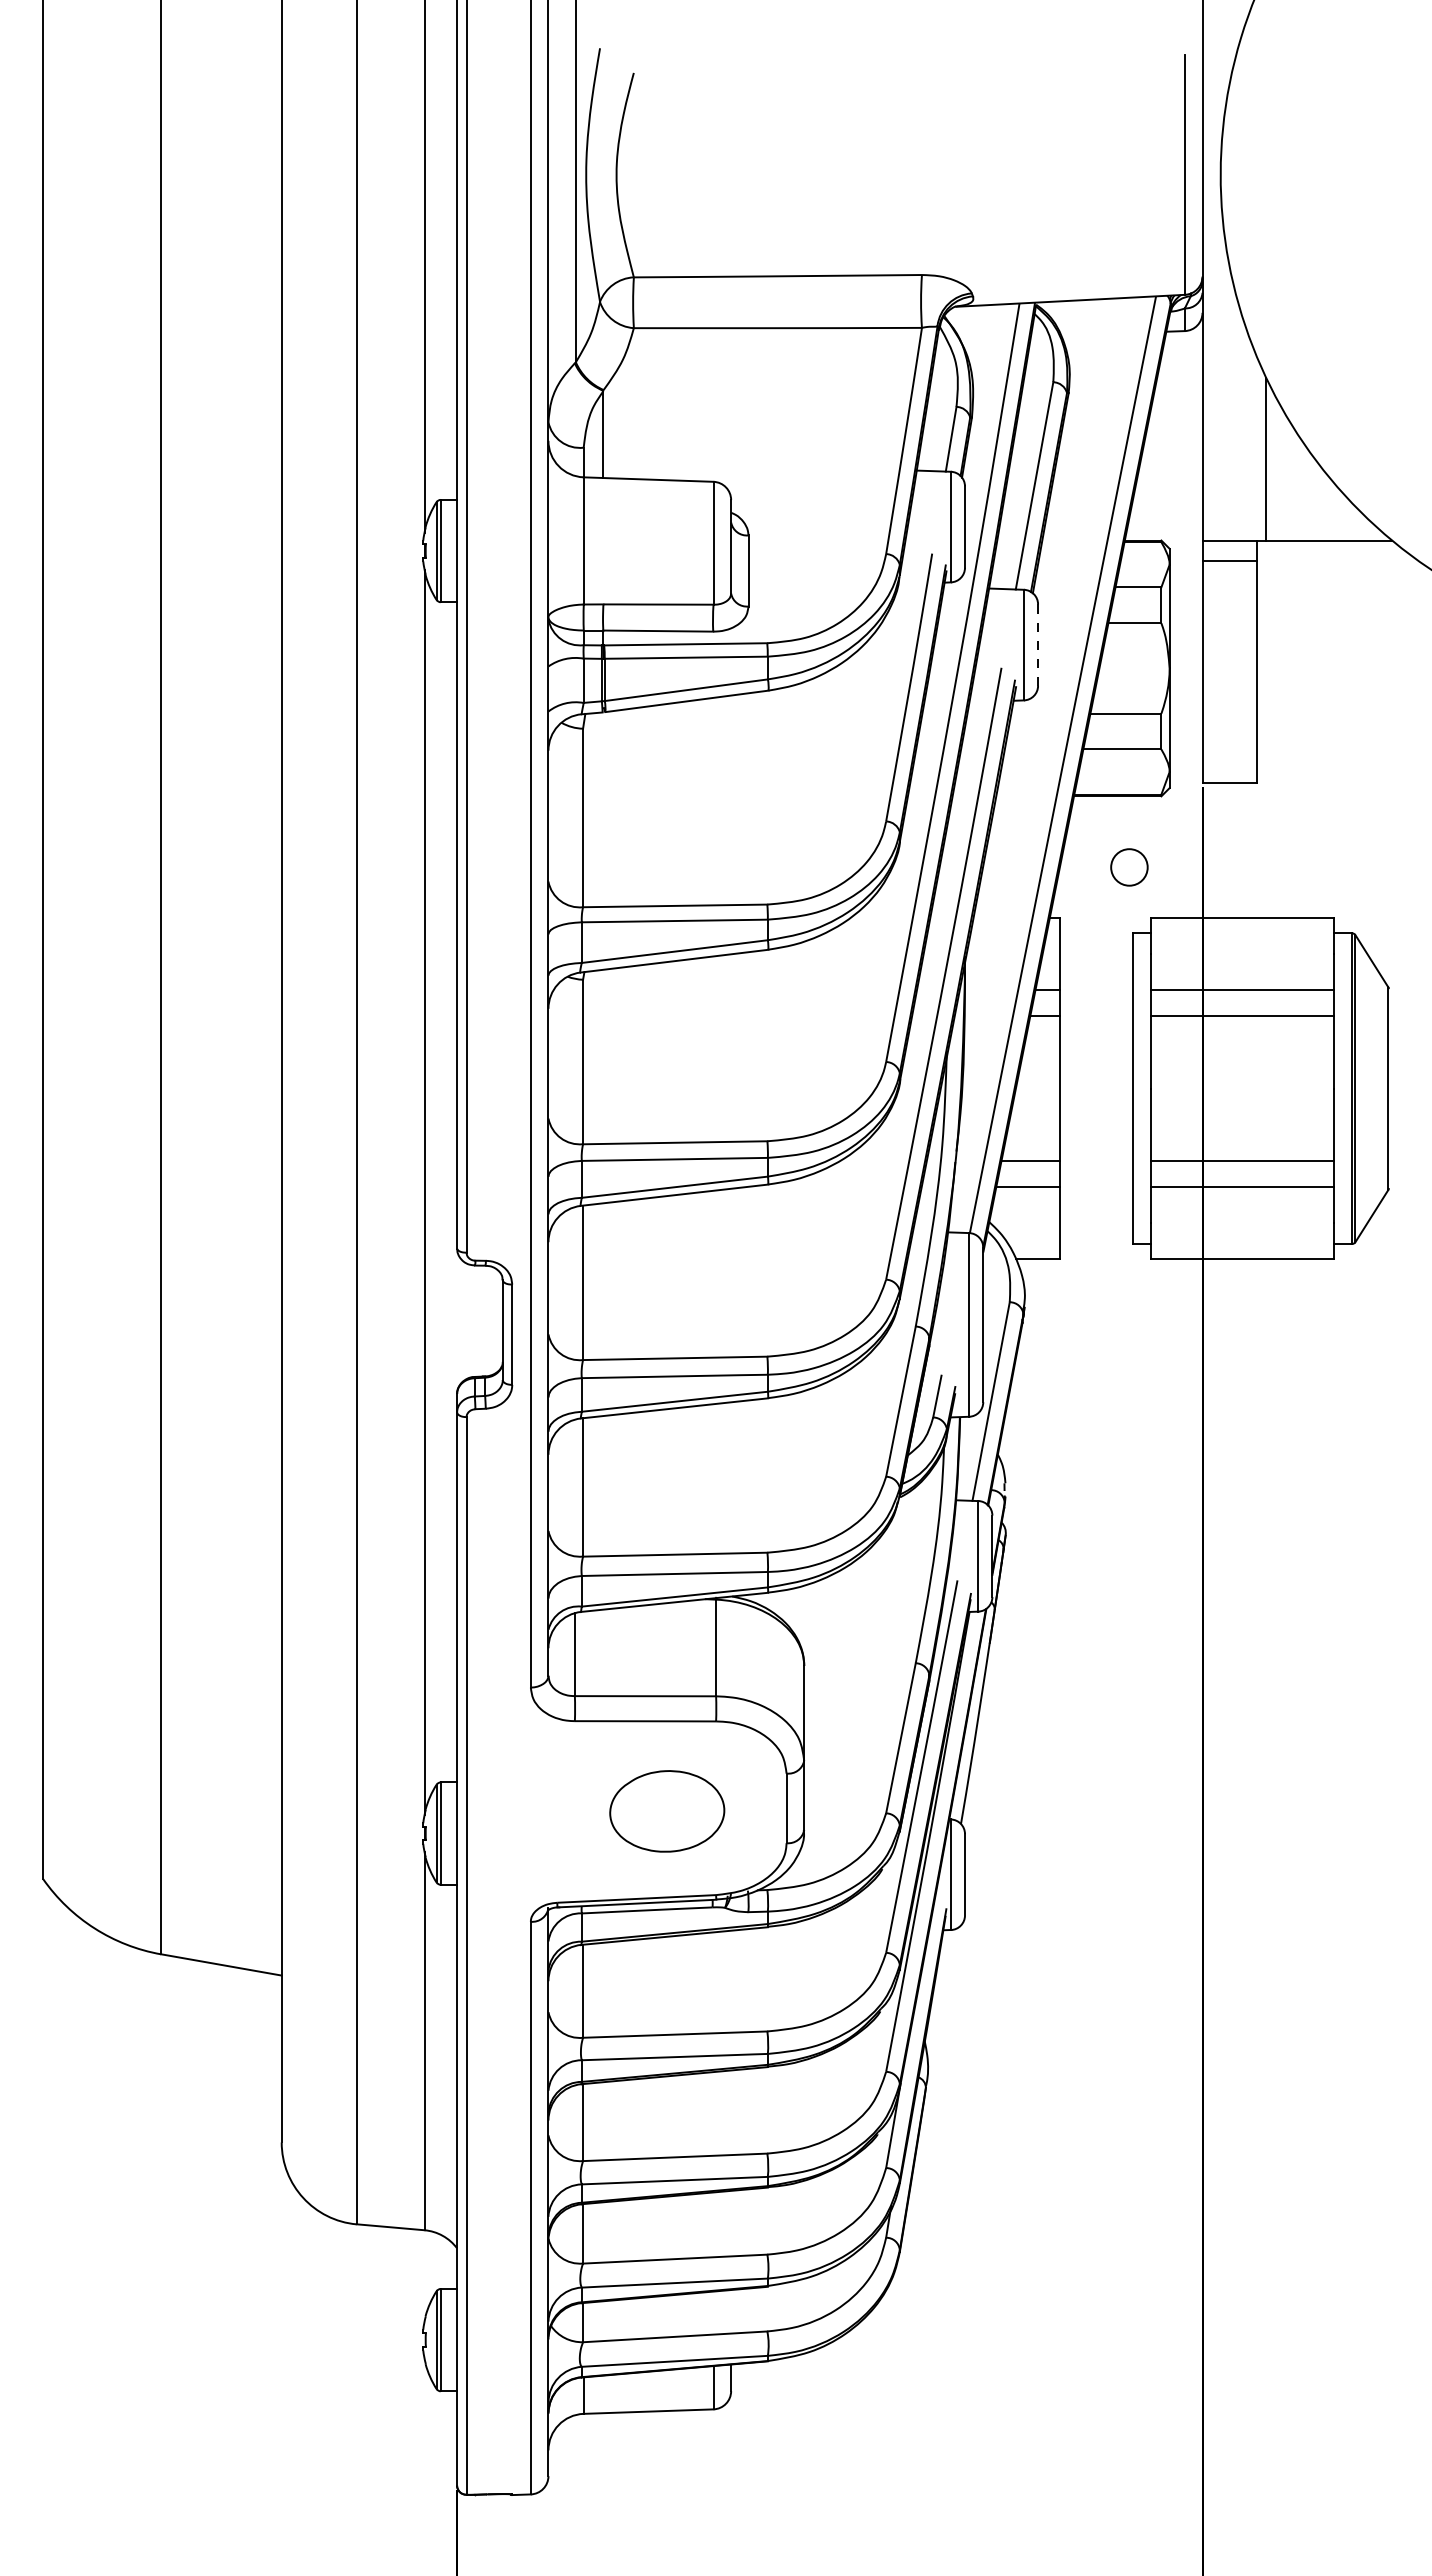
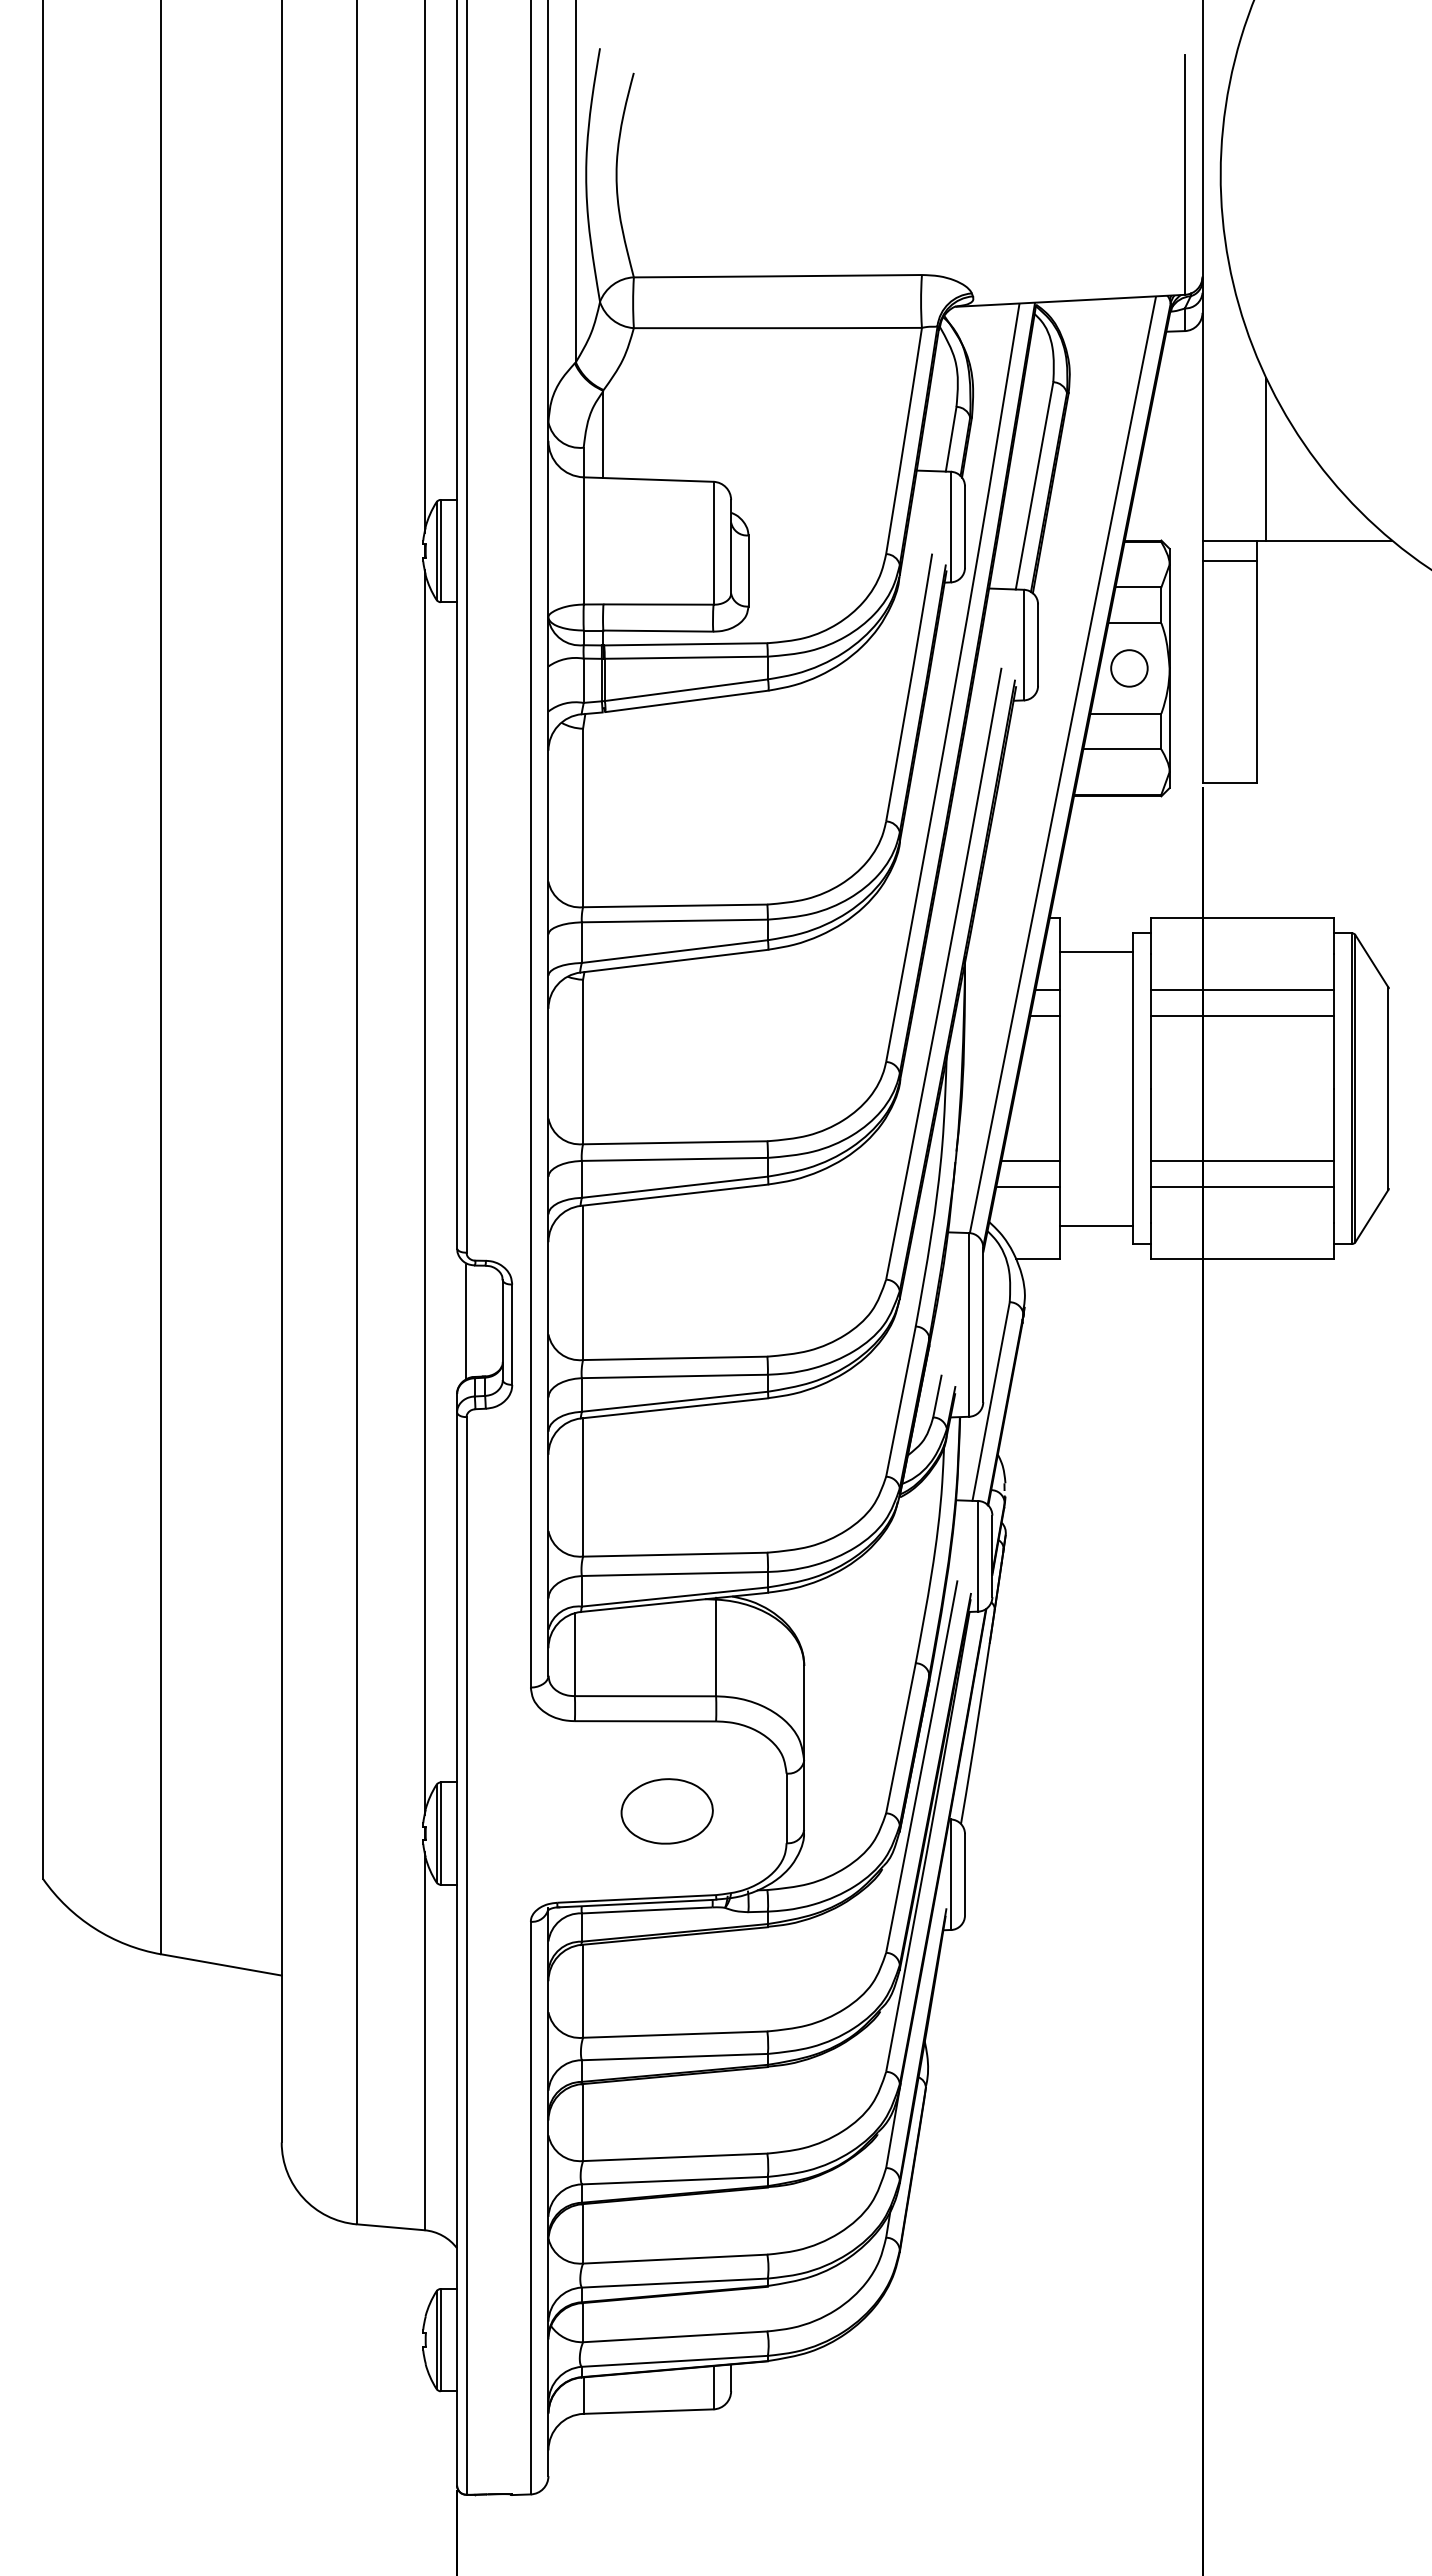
line at (1038, 645): dashed -> solid
circle at (1129, 867) position: (1129, 867) -> (1129, 668)
line at (1096, 951): none -> present
line at (1096, 1225): none -> present
line at (466, 1322): none -> present
part at (667, 1811) size: 117x83 px -> 94x67 px
